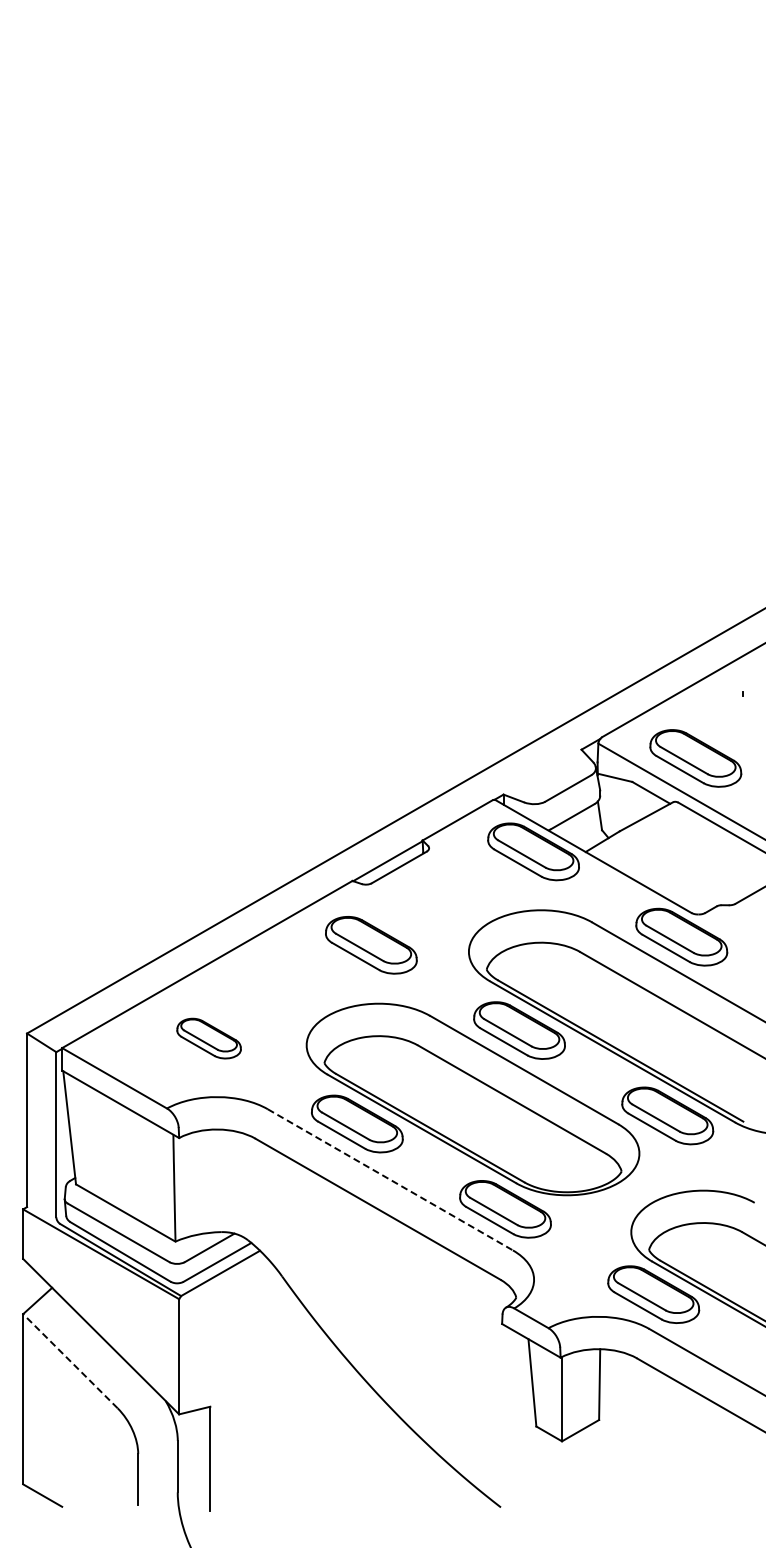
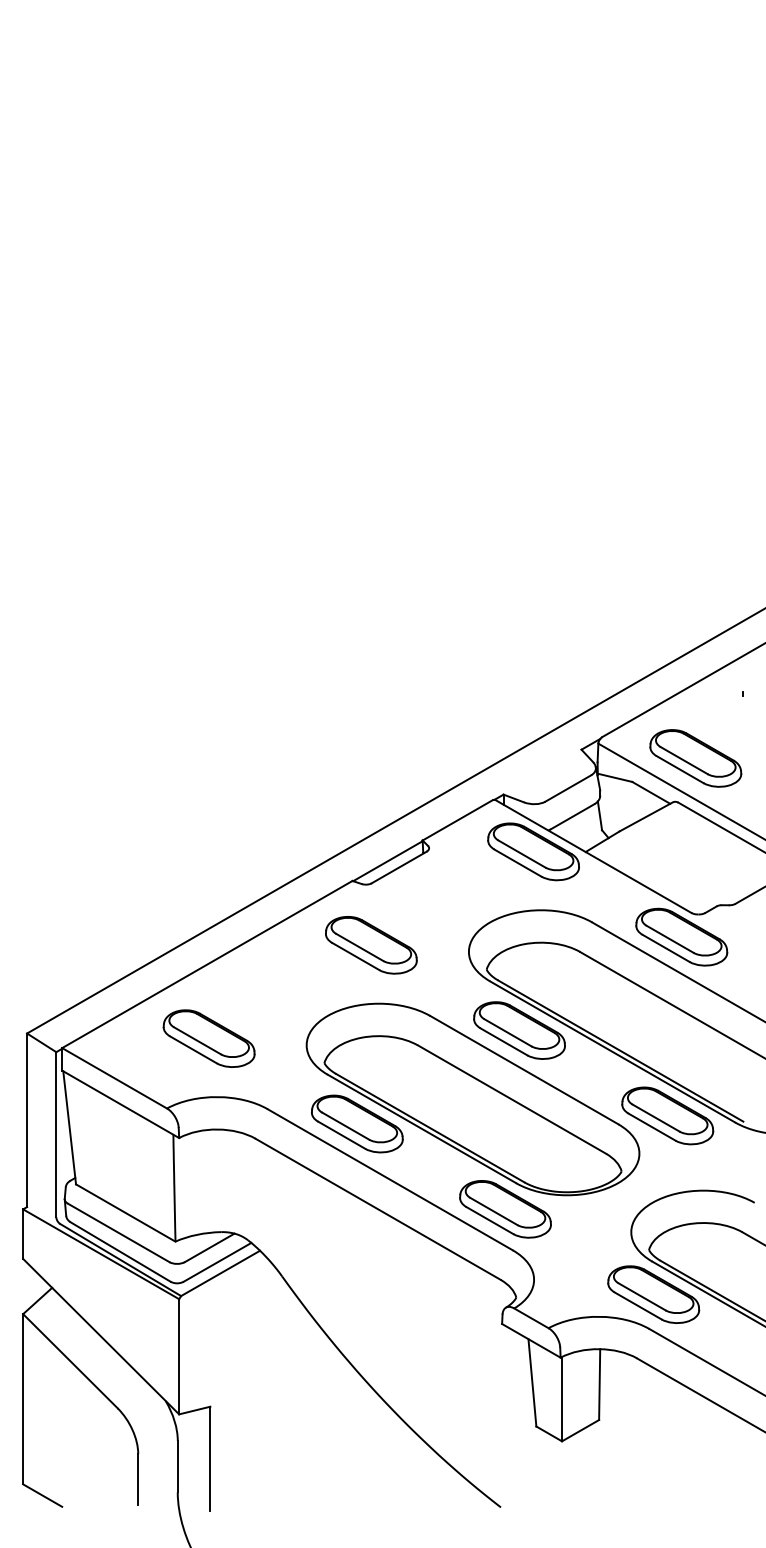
part at (208, 1038) size: 66x43 px -> 94x59 px
line at (390, 1180): dashed -> solid
line at (70, 1361): dashed -> solid
